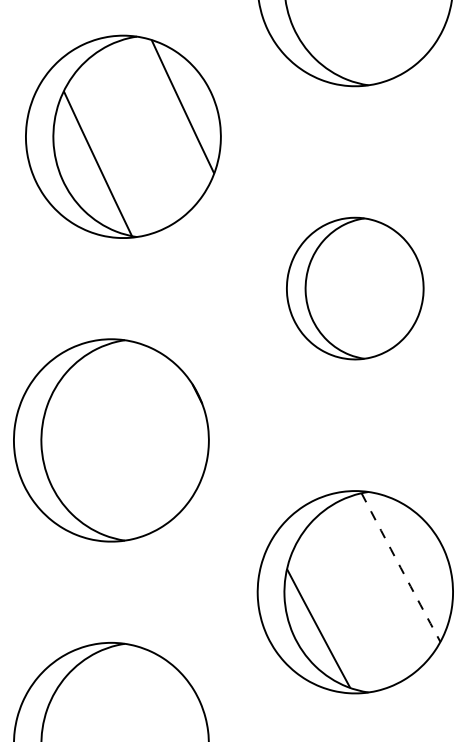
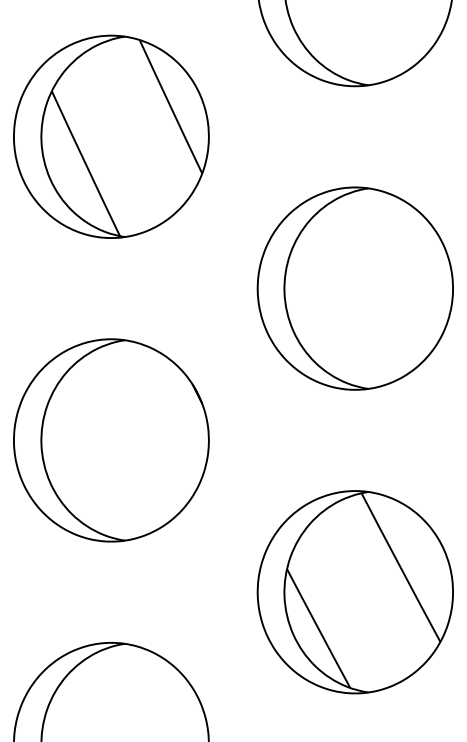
part at (123, 136) position: (123, 136) -> (111, 136)
part at (355, 288) size: 139x145 px -> 198x205 px
arc at (400, 567): dashed -> solid
